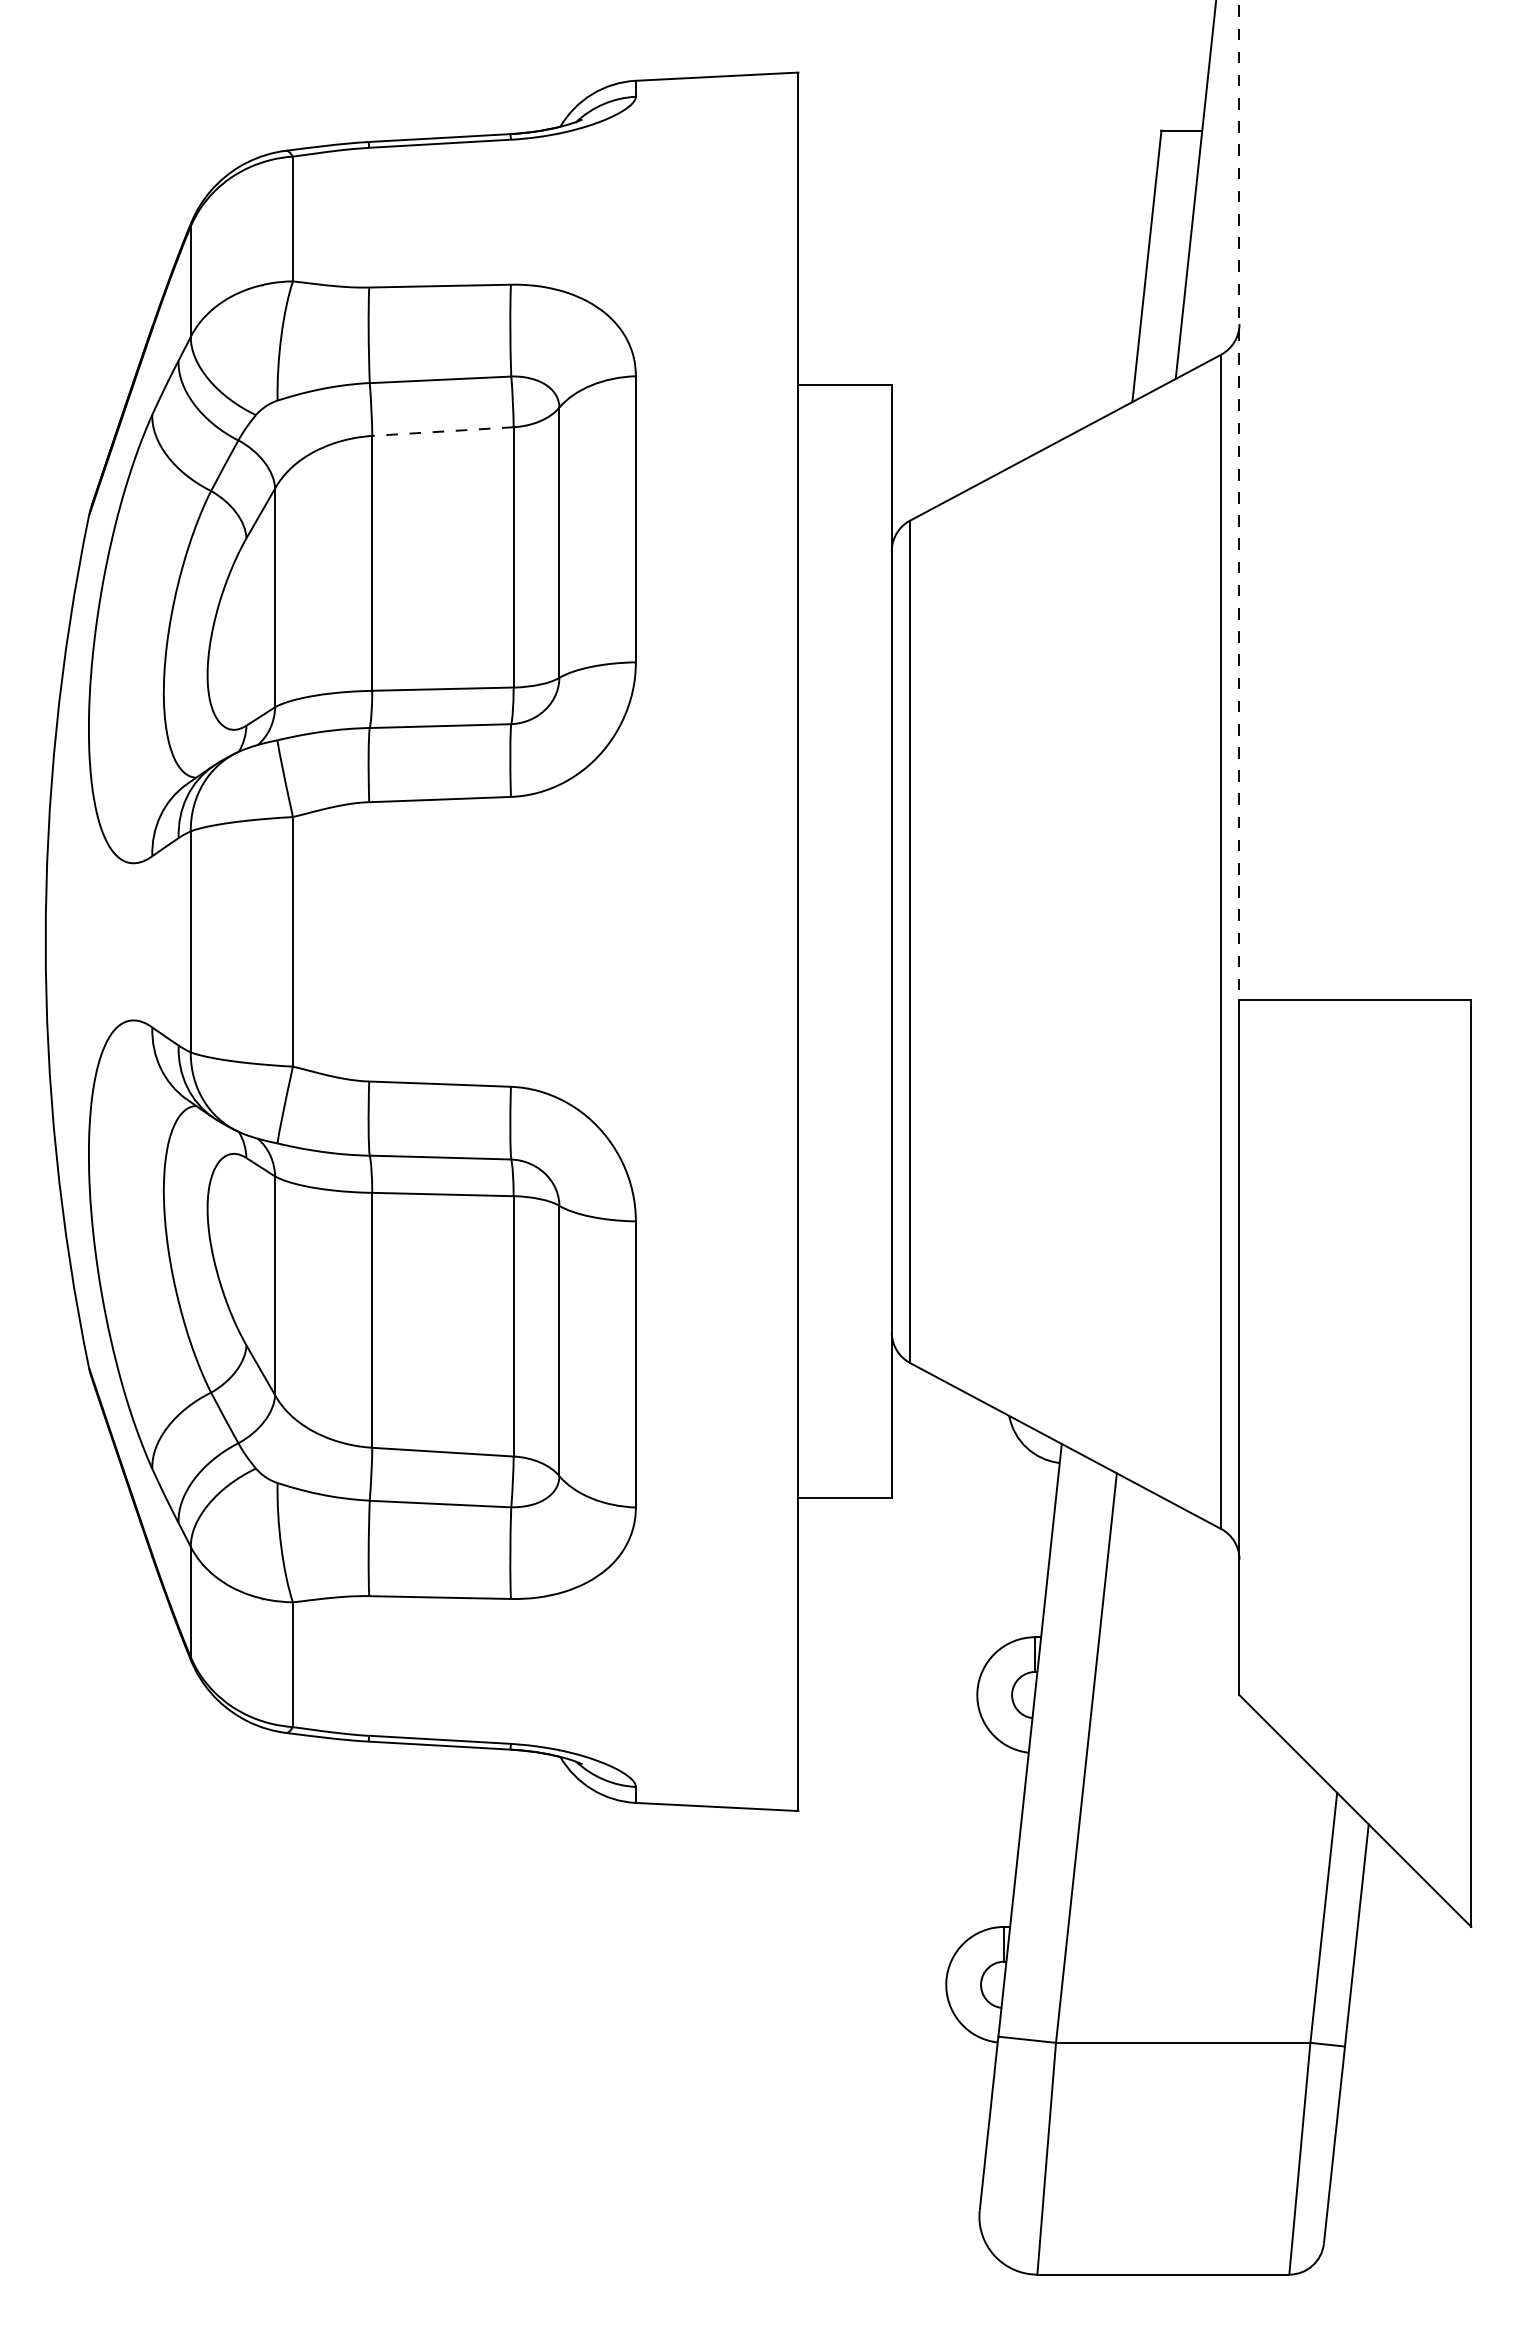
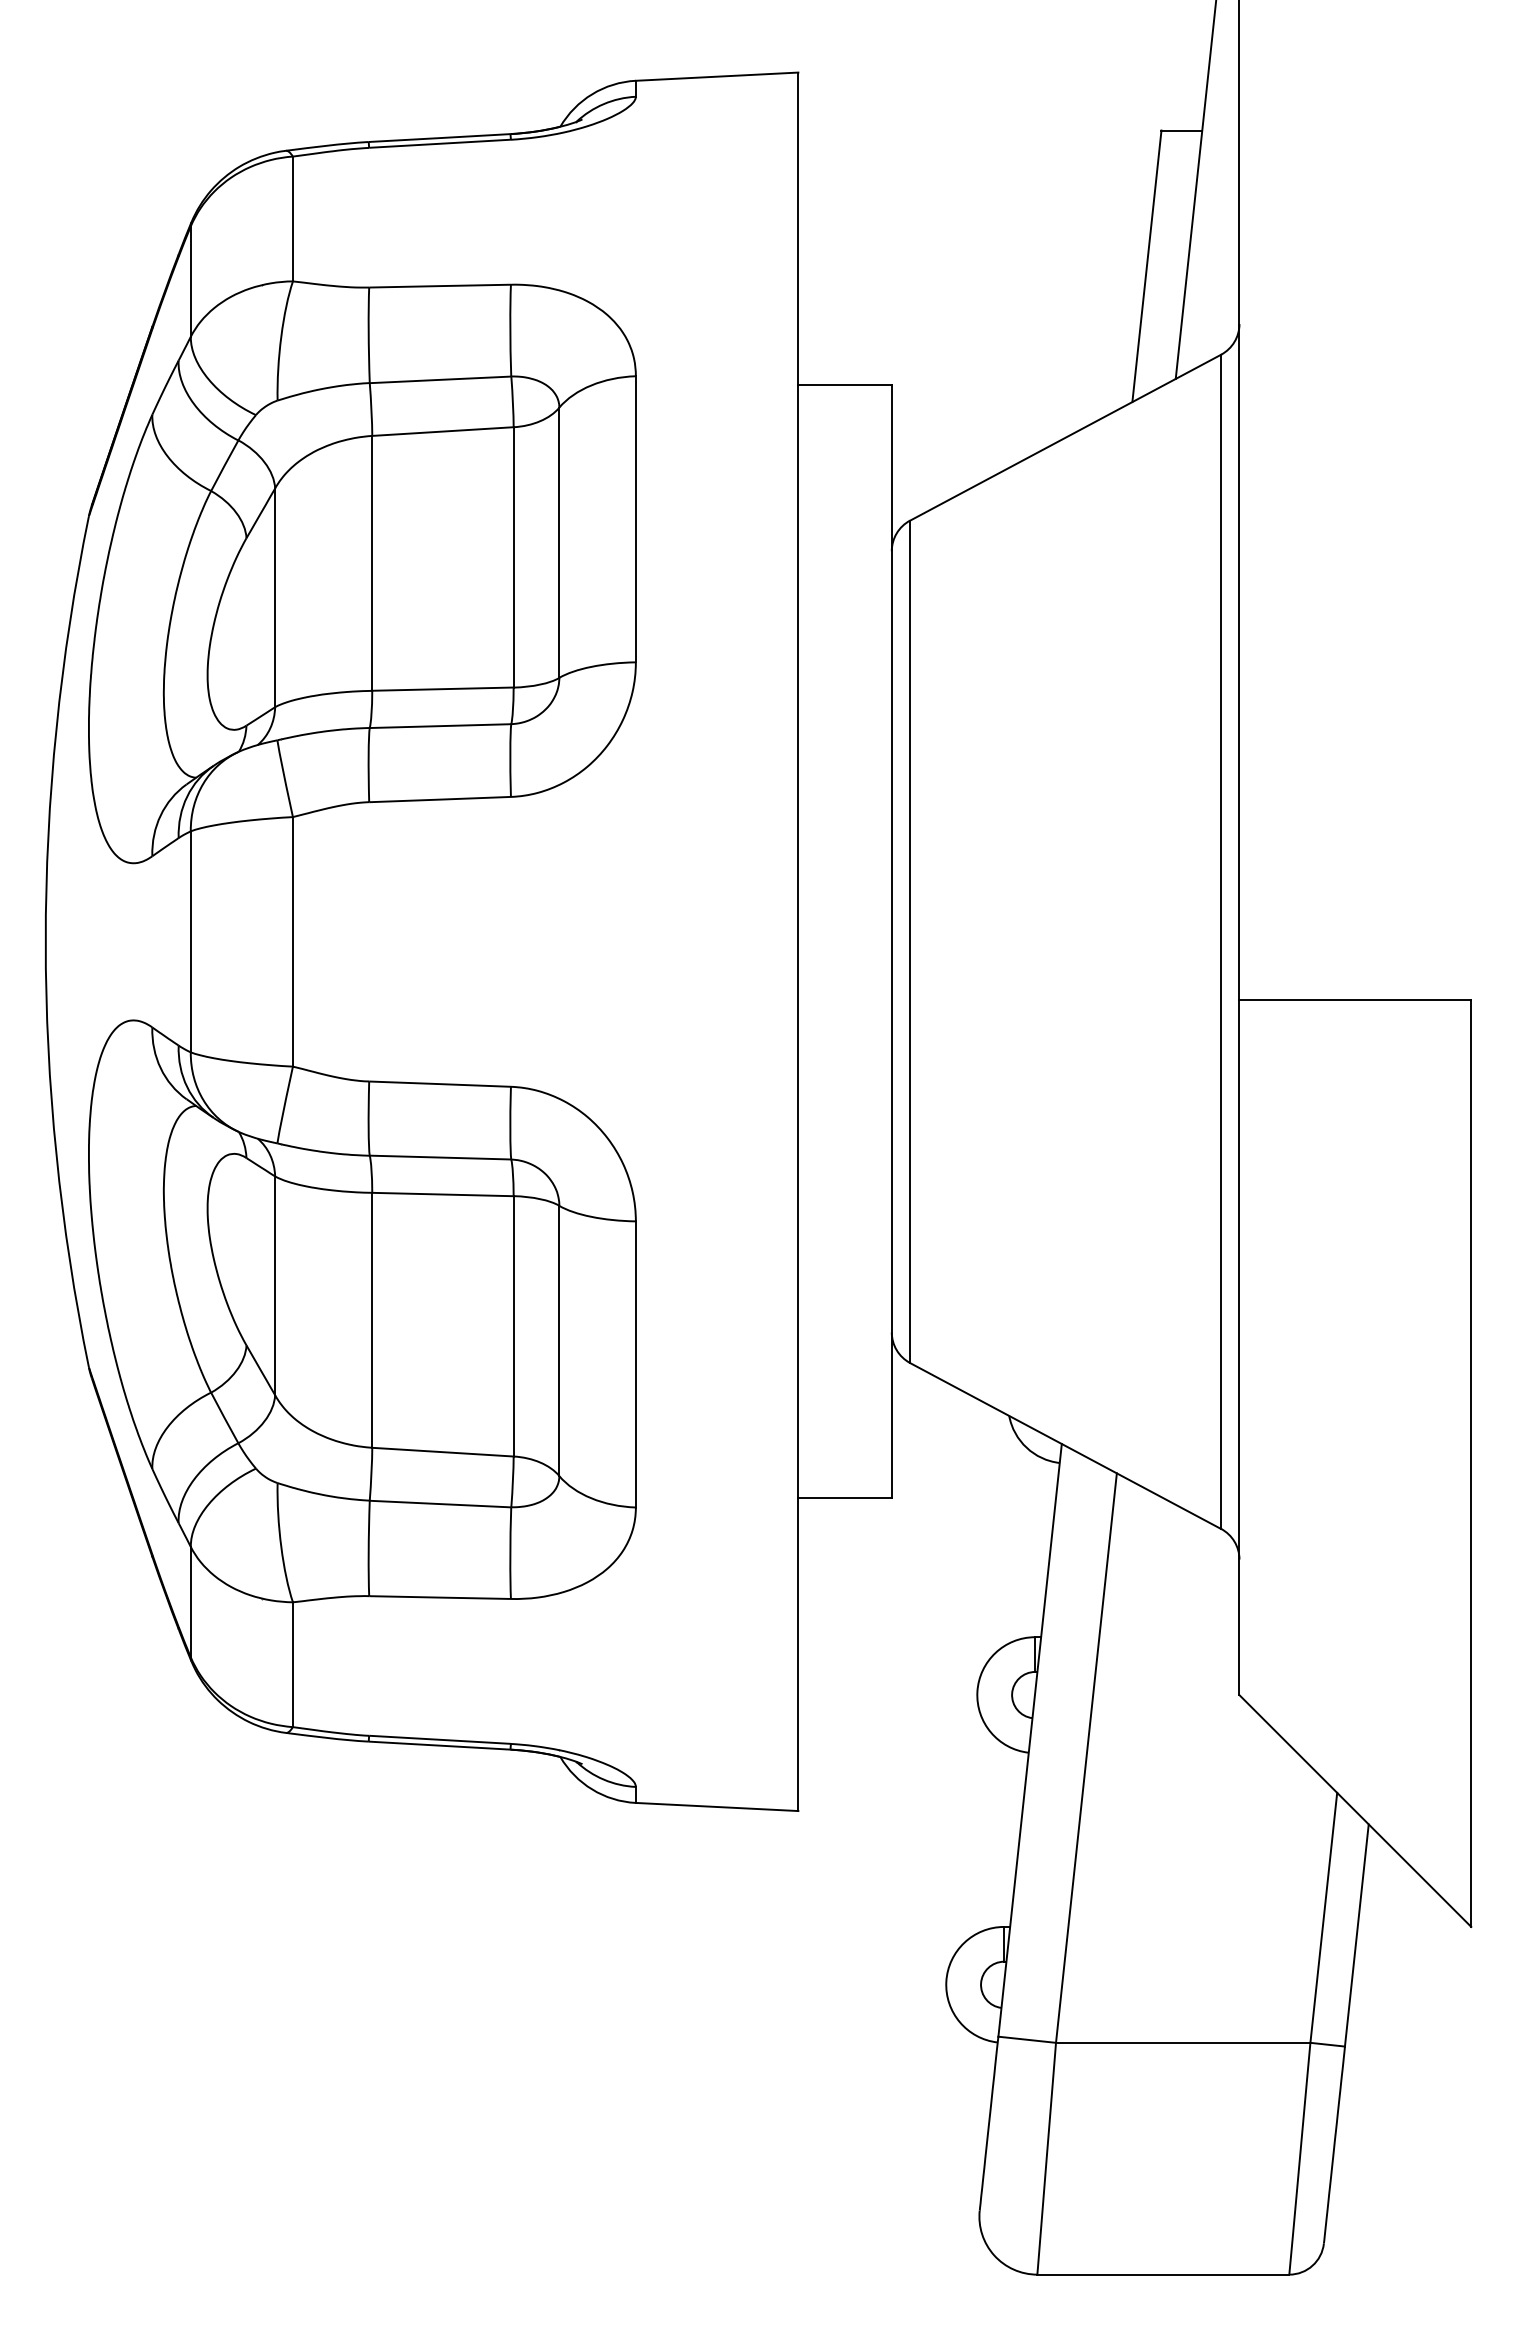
line at (442, 431): dashed -> solid
line at (1239, 500): dashed -> solid
